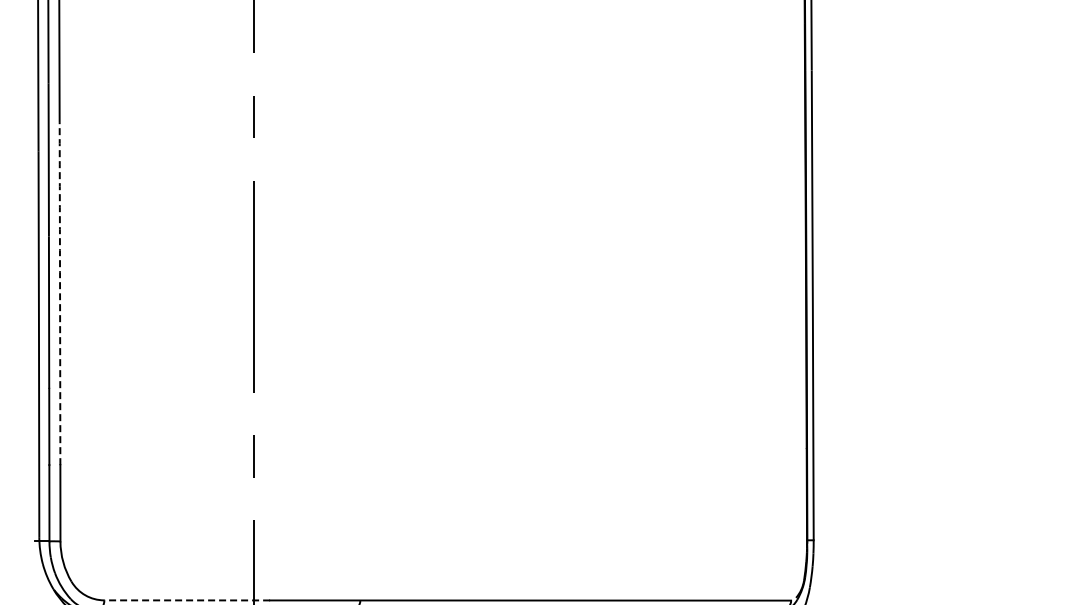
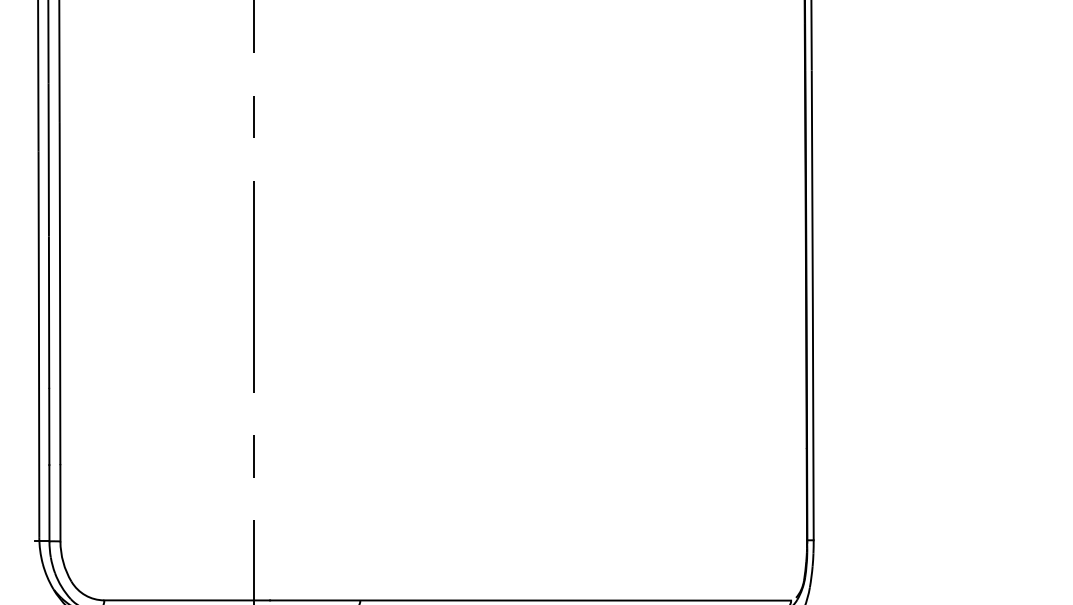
arc at (60, 293): dashed -> solid
line at (187, 600): dashed -> solid
